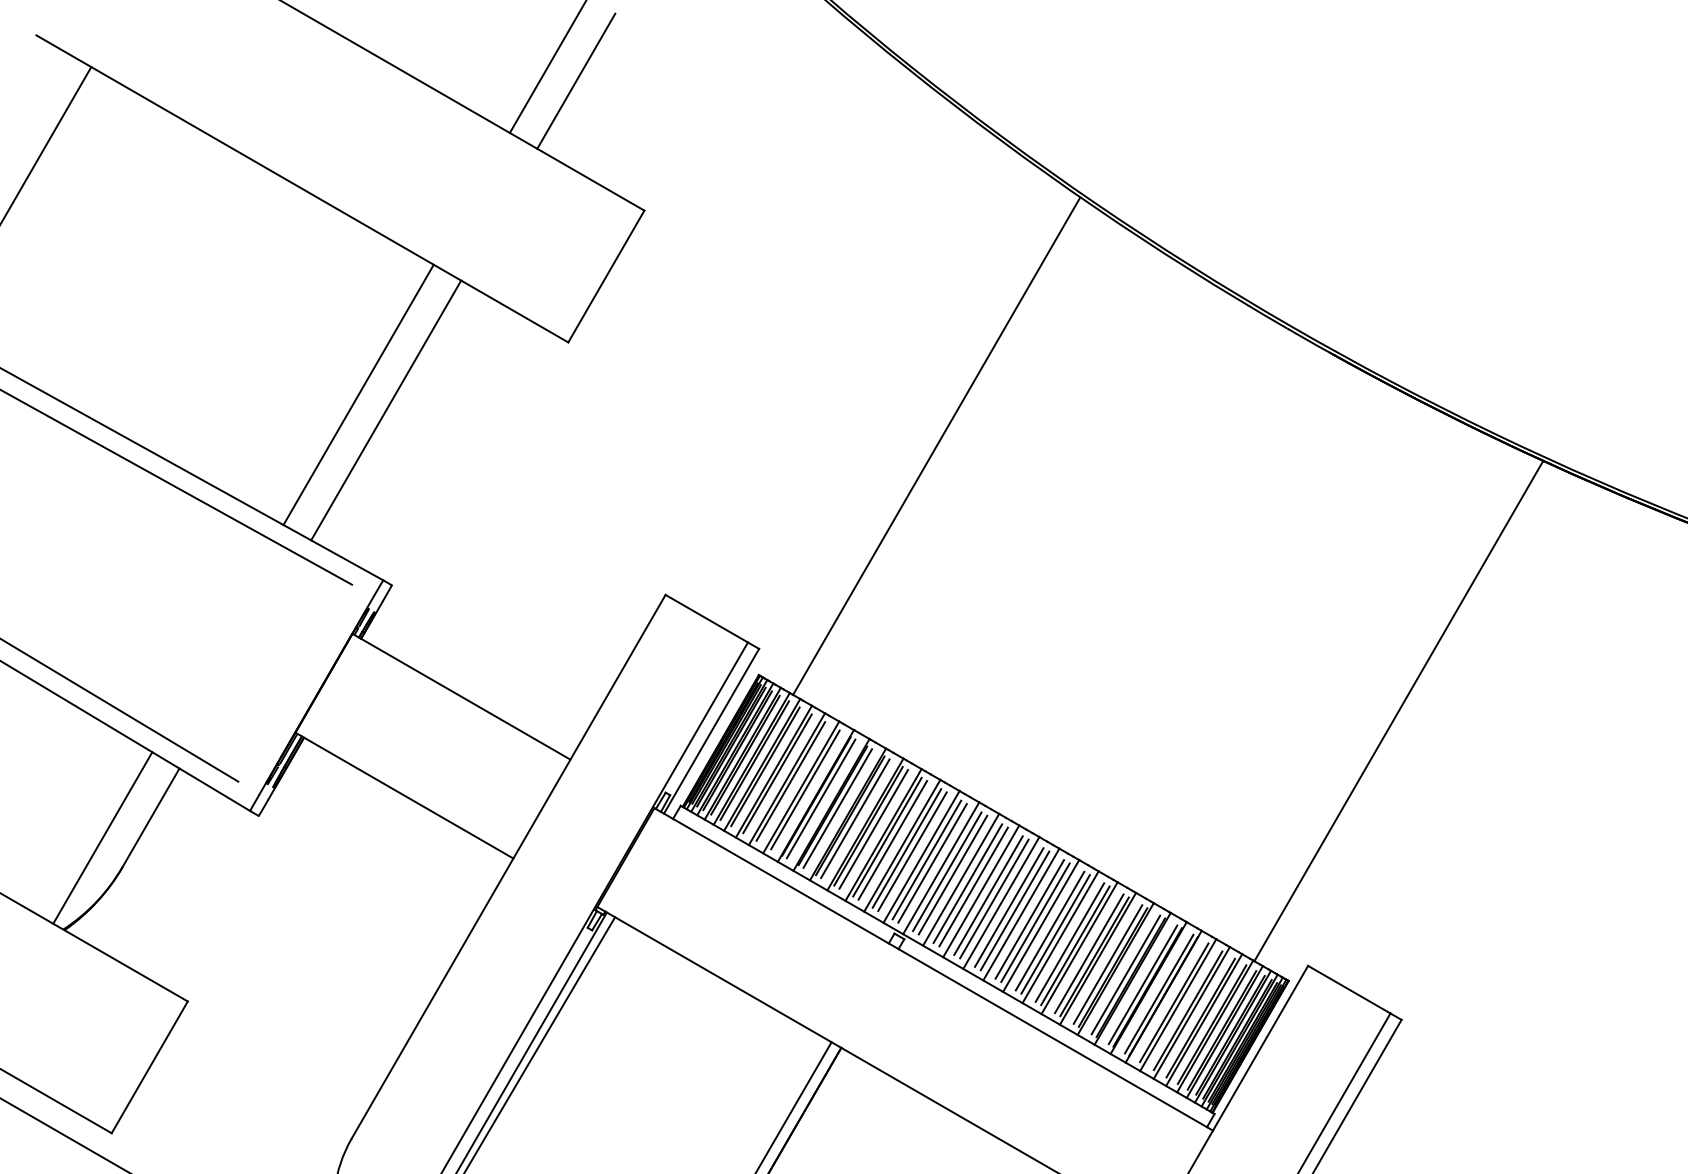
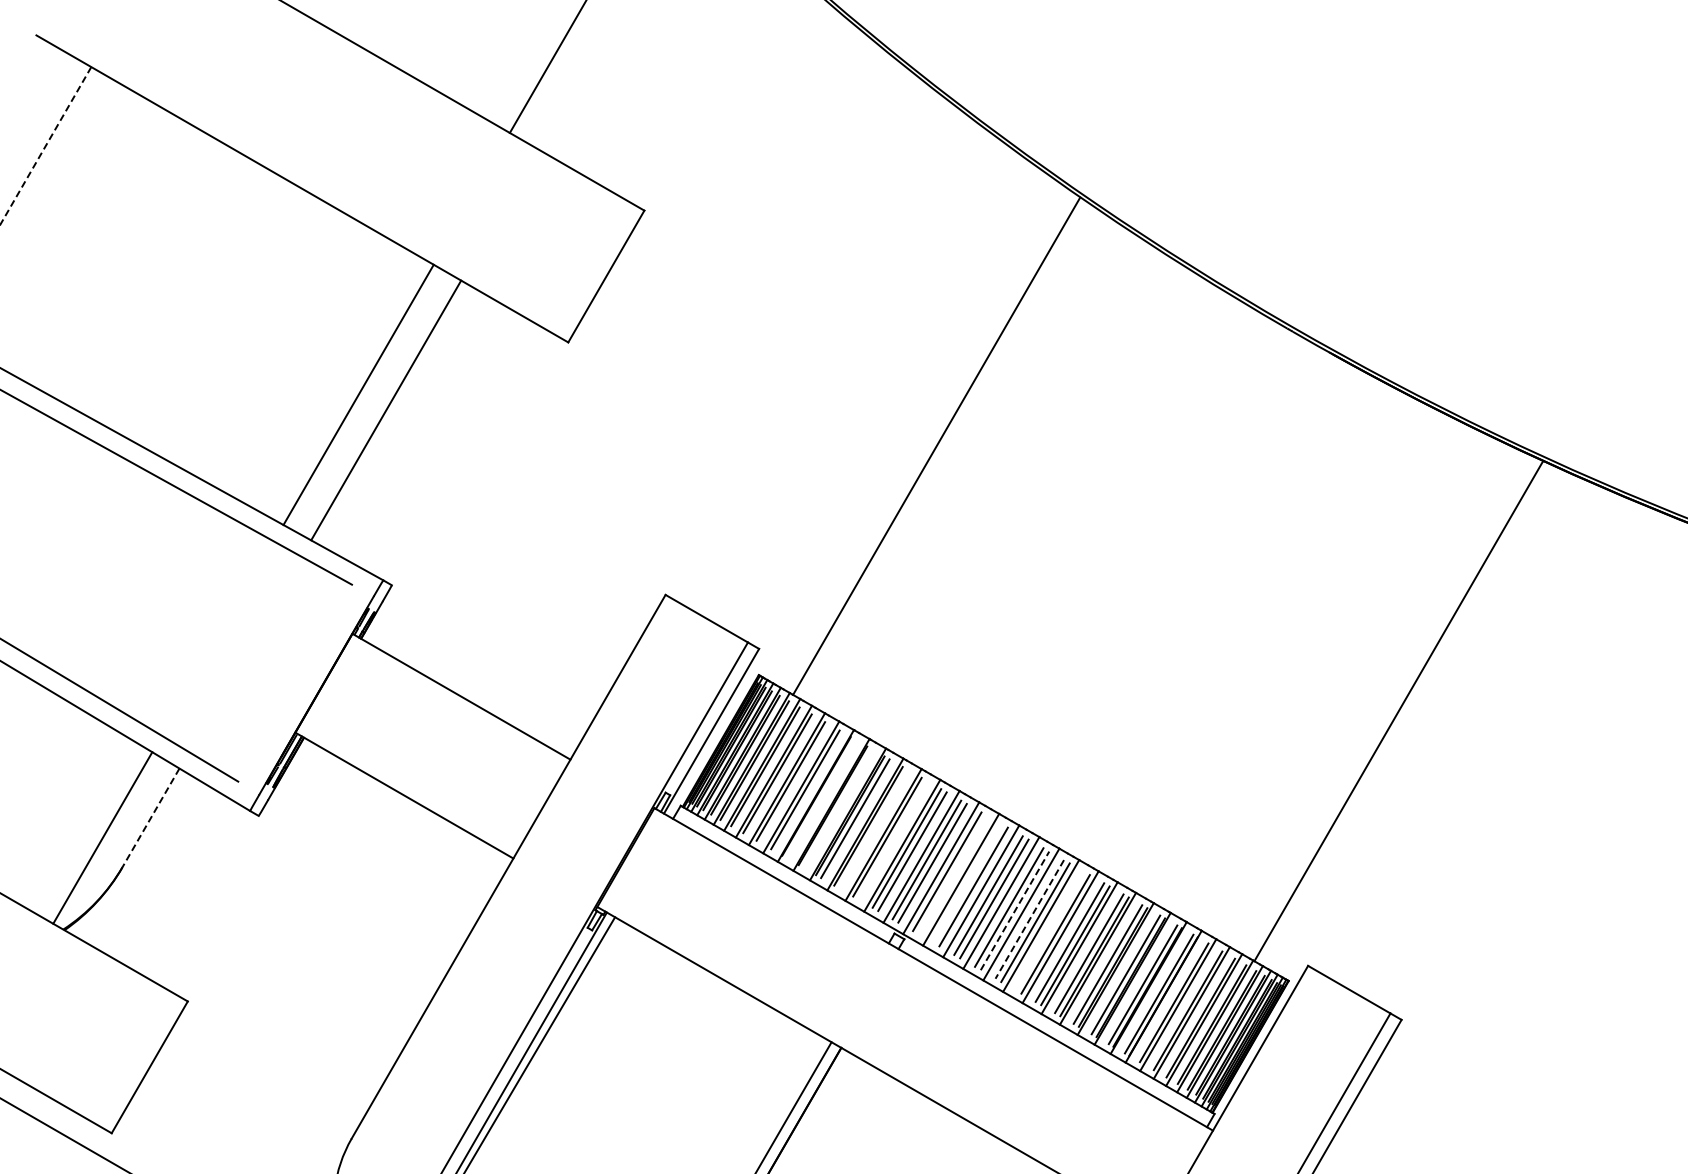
line at (576, 80): present -> none
line at (45, 146): solid -> dashed
line at (820, 798): present -> none
line at (837, 808): present -> none
line at (151, 817): solid -> dashed
line at (873, 829): present -> none
line at (892, 840): present -> none
line at (952, 874): present -> none
line at (967, 883): present -> none
line at (1015, 910): solid -> dashed
line at (1029, 919): solid -> dashed
line at (1049, 930): present -> none
